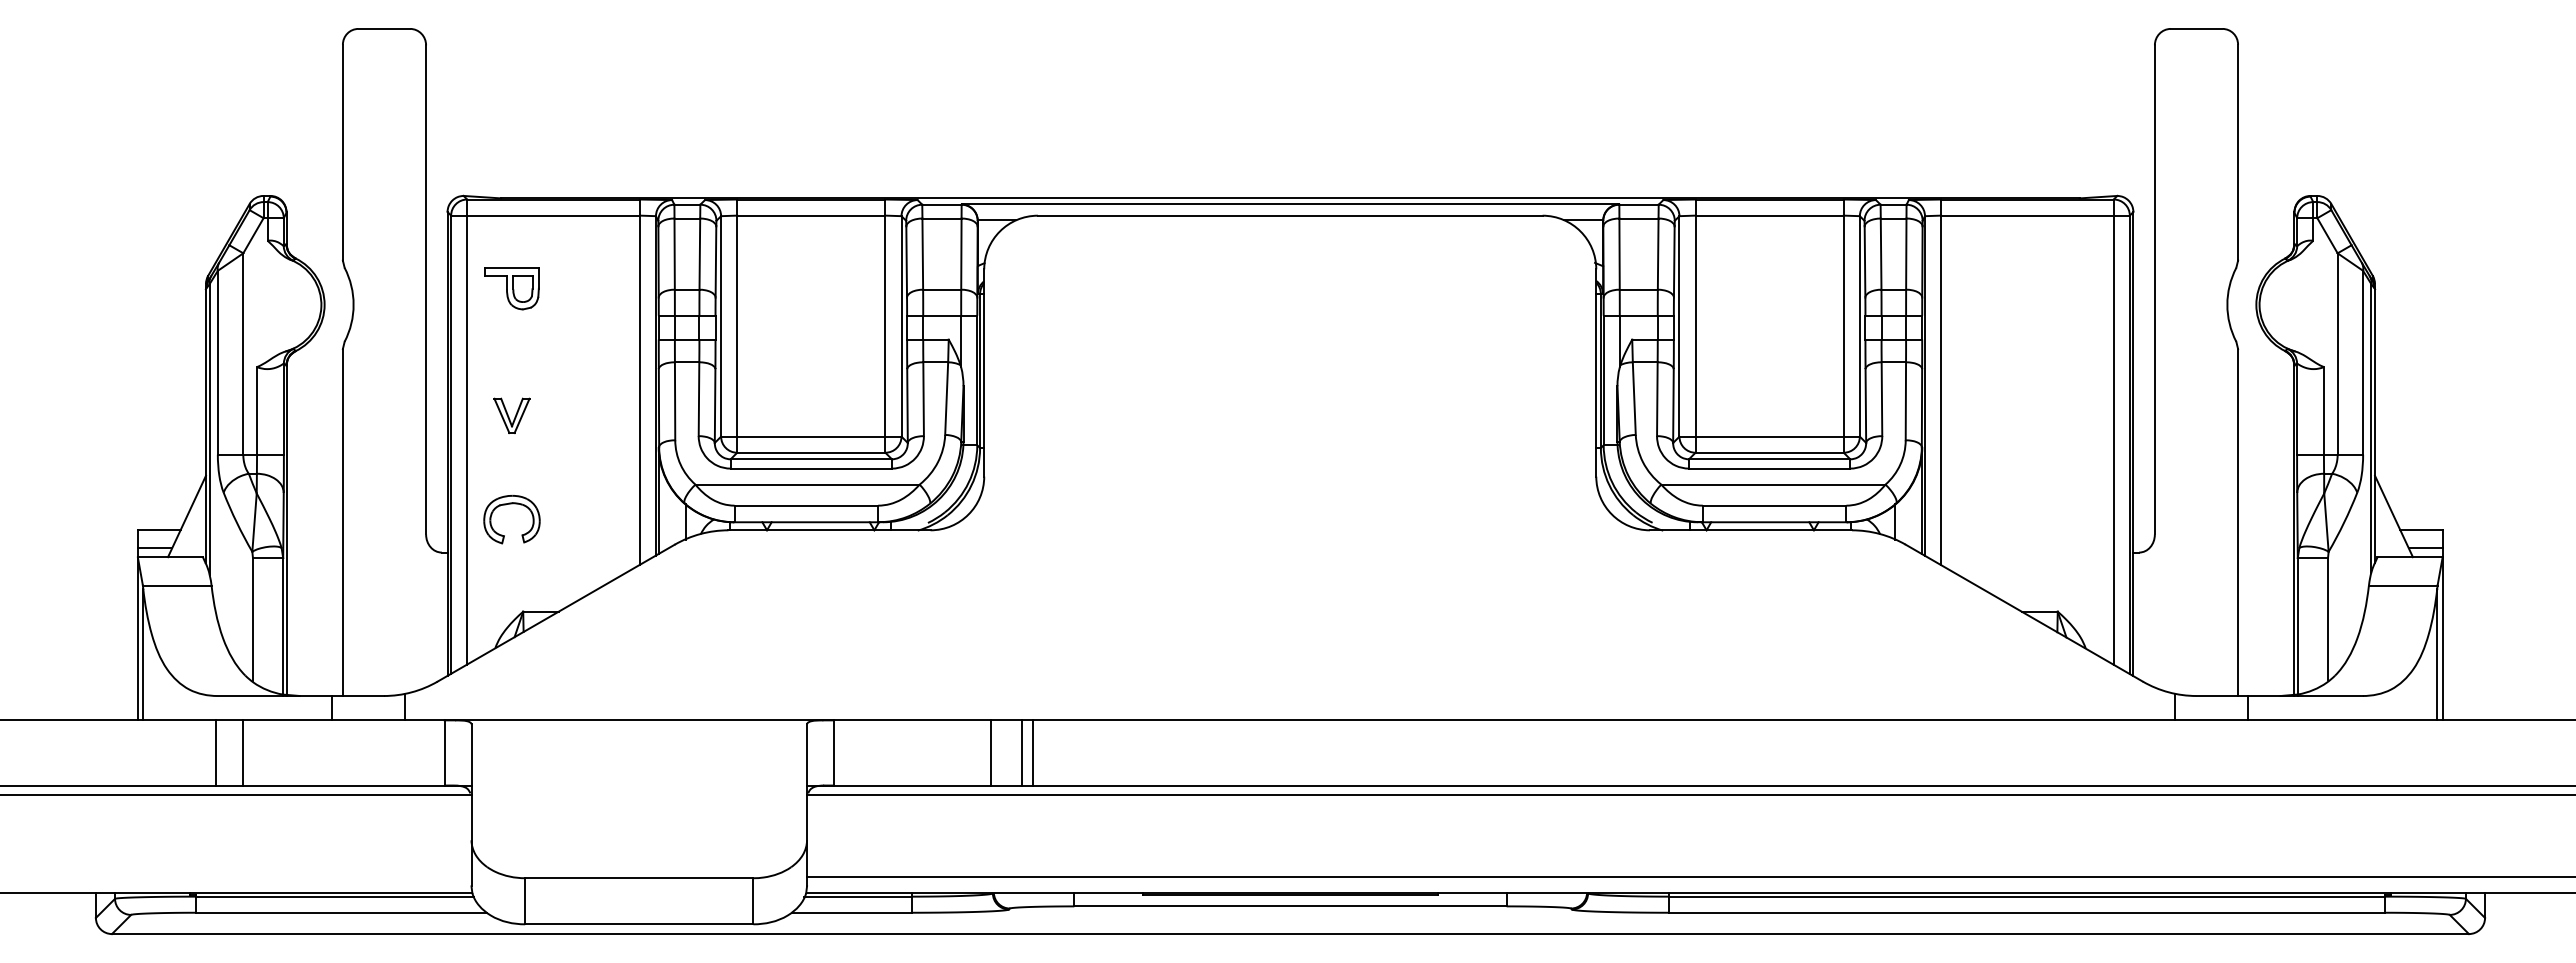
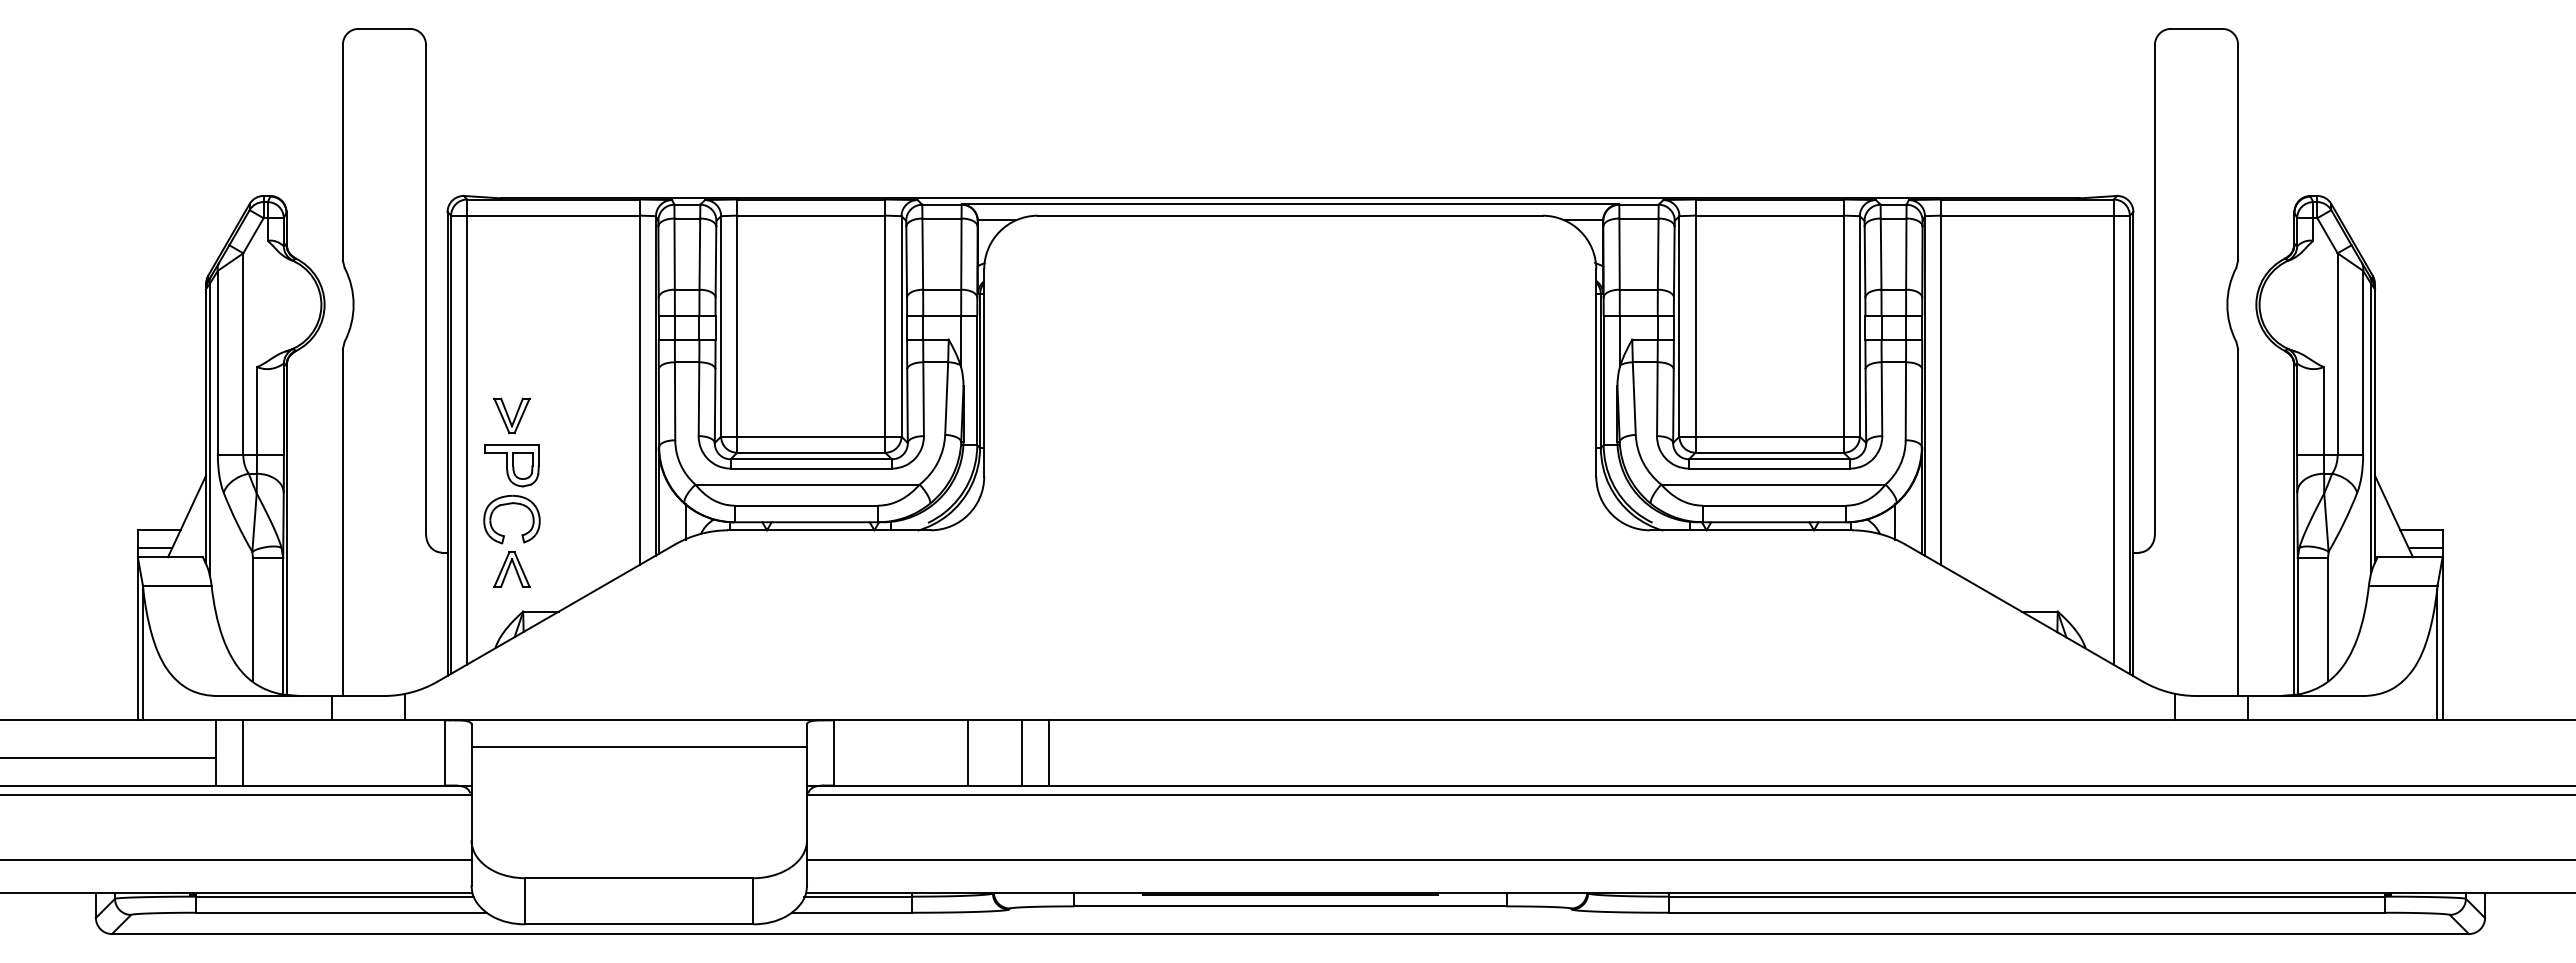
part at (511, 288) position: (511, 288) -> (511, 465)
part at (511, 569): none -> present
line at (639, 747): none -> present
line at (991, 752) position: (991, 752) -> (968, 752)
line at (1032, 752) position: (1032, 752) -> (1048, 752)
line at (109, 757): none -> present
line at (236, 860): none -> present
line at (1689, 877) position: (1689, 877) -> (1689, 860)
